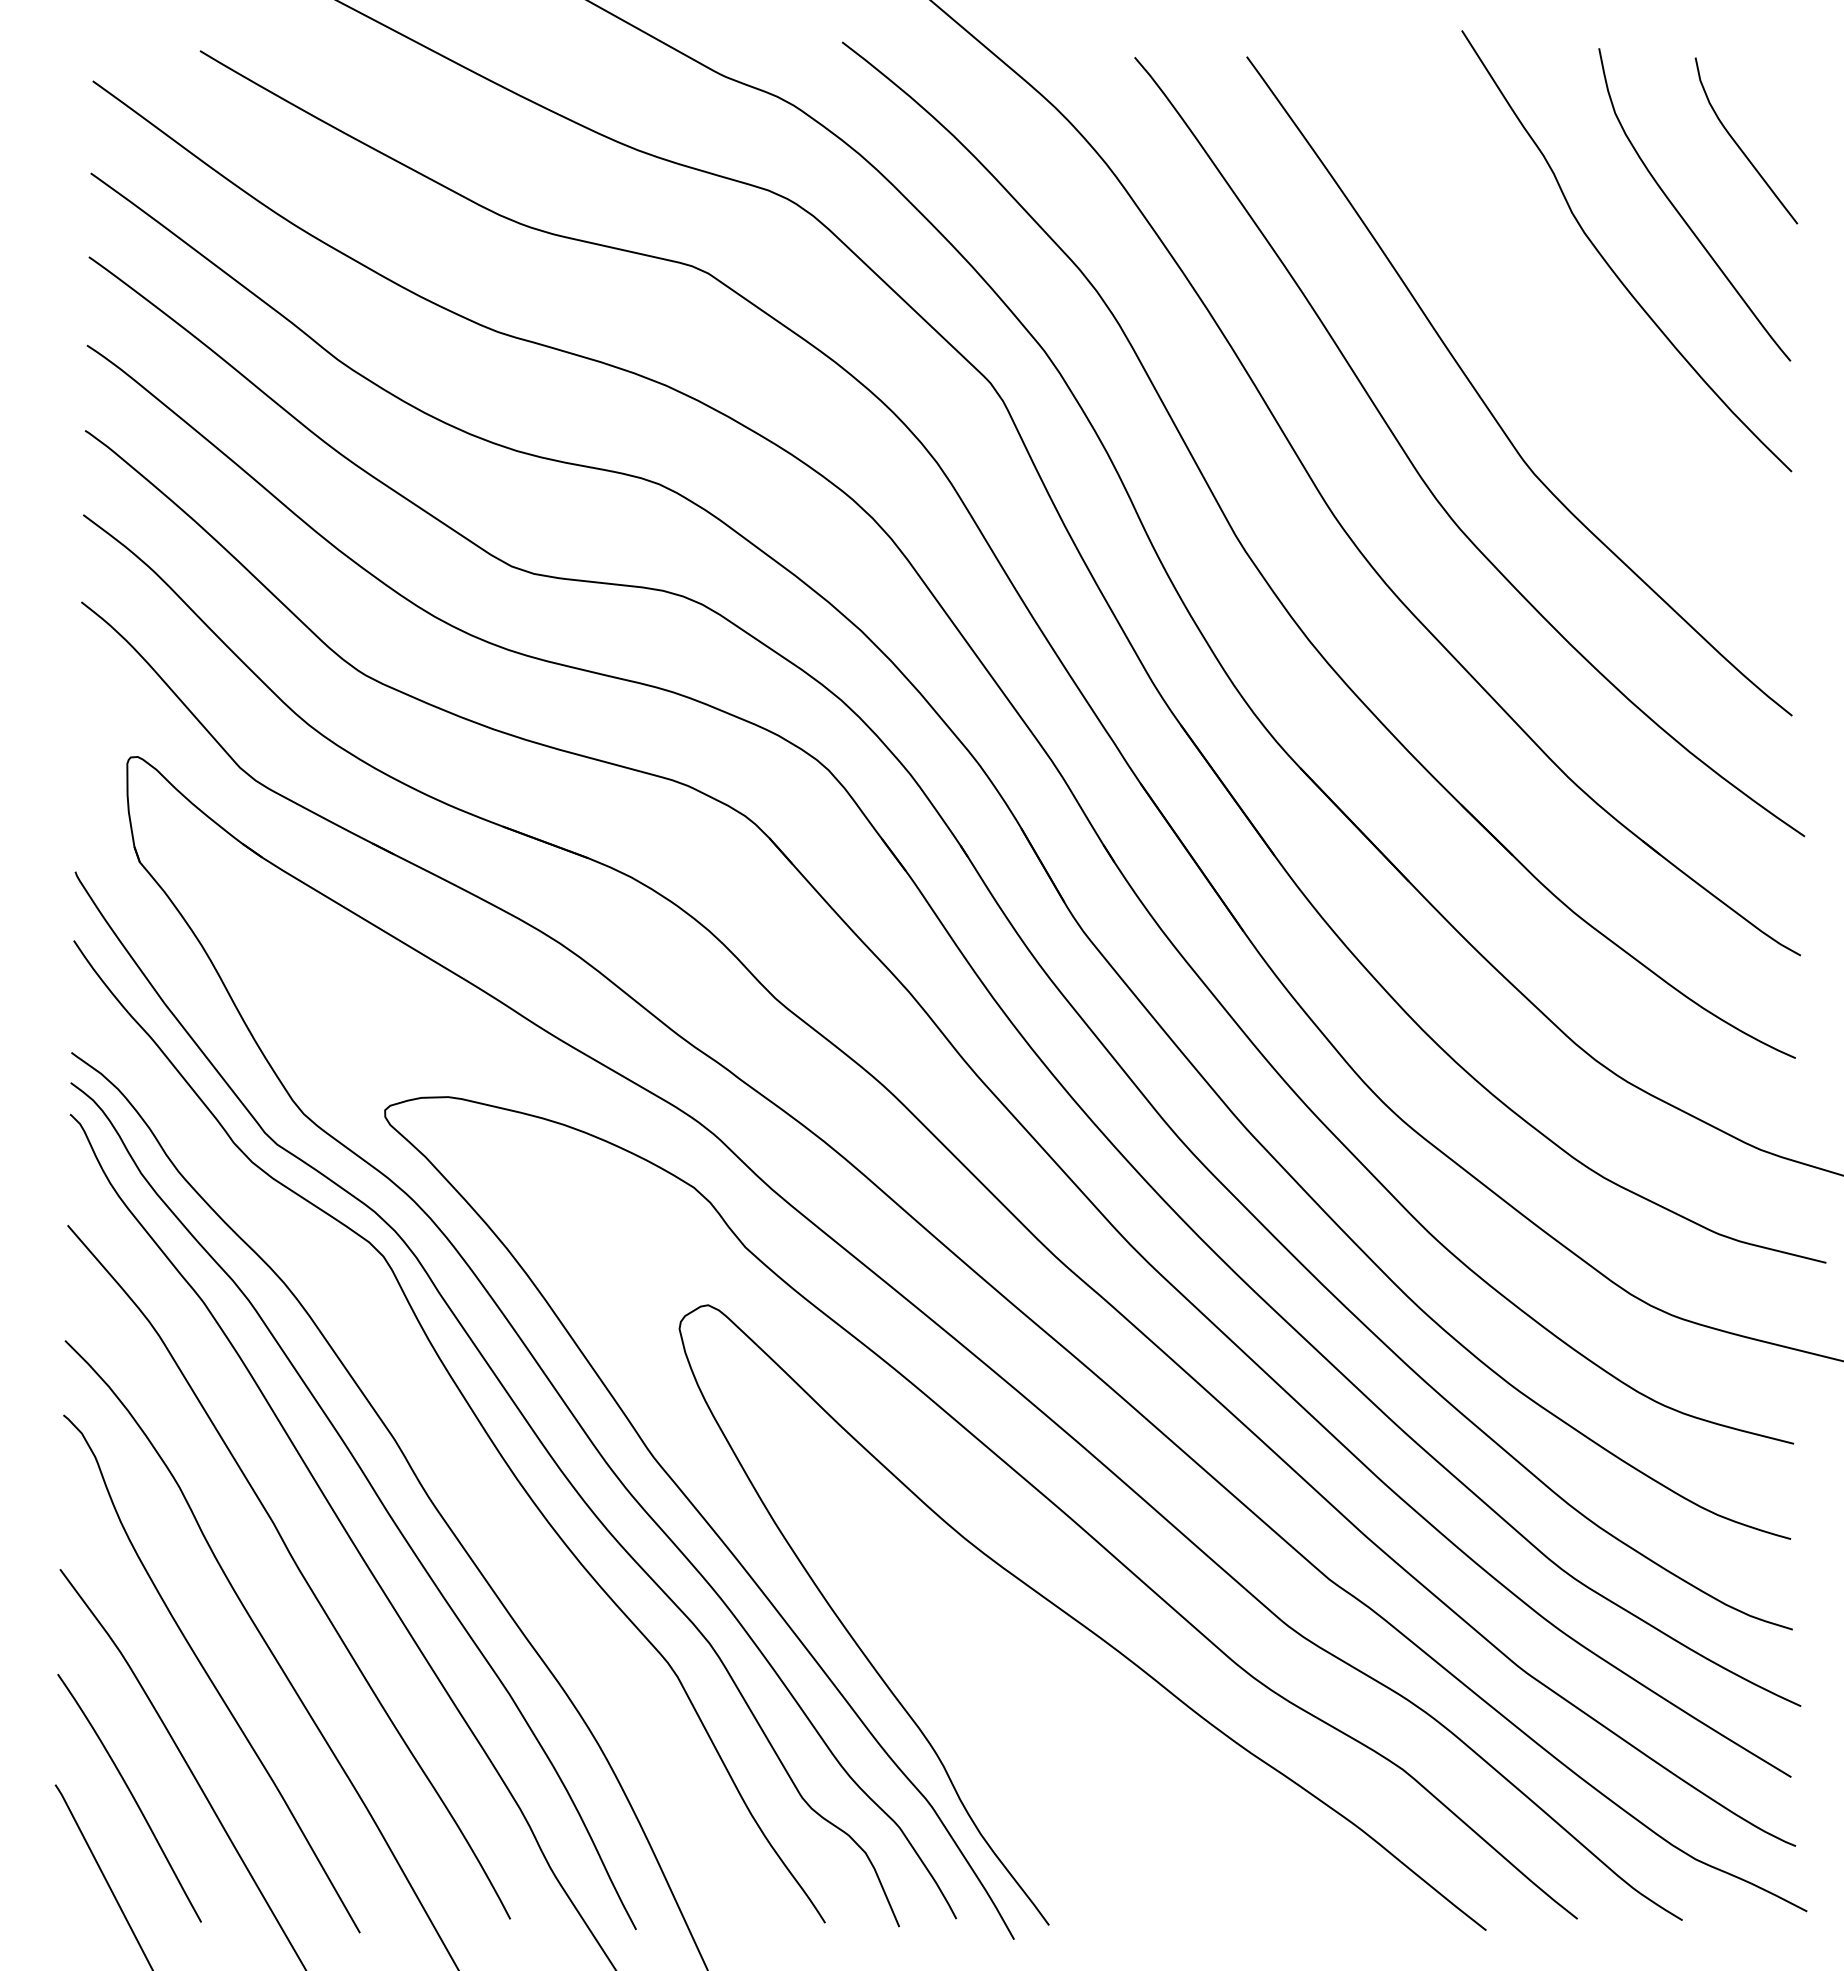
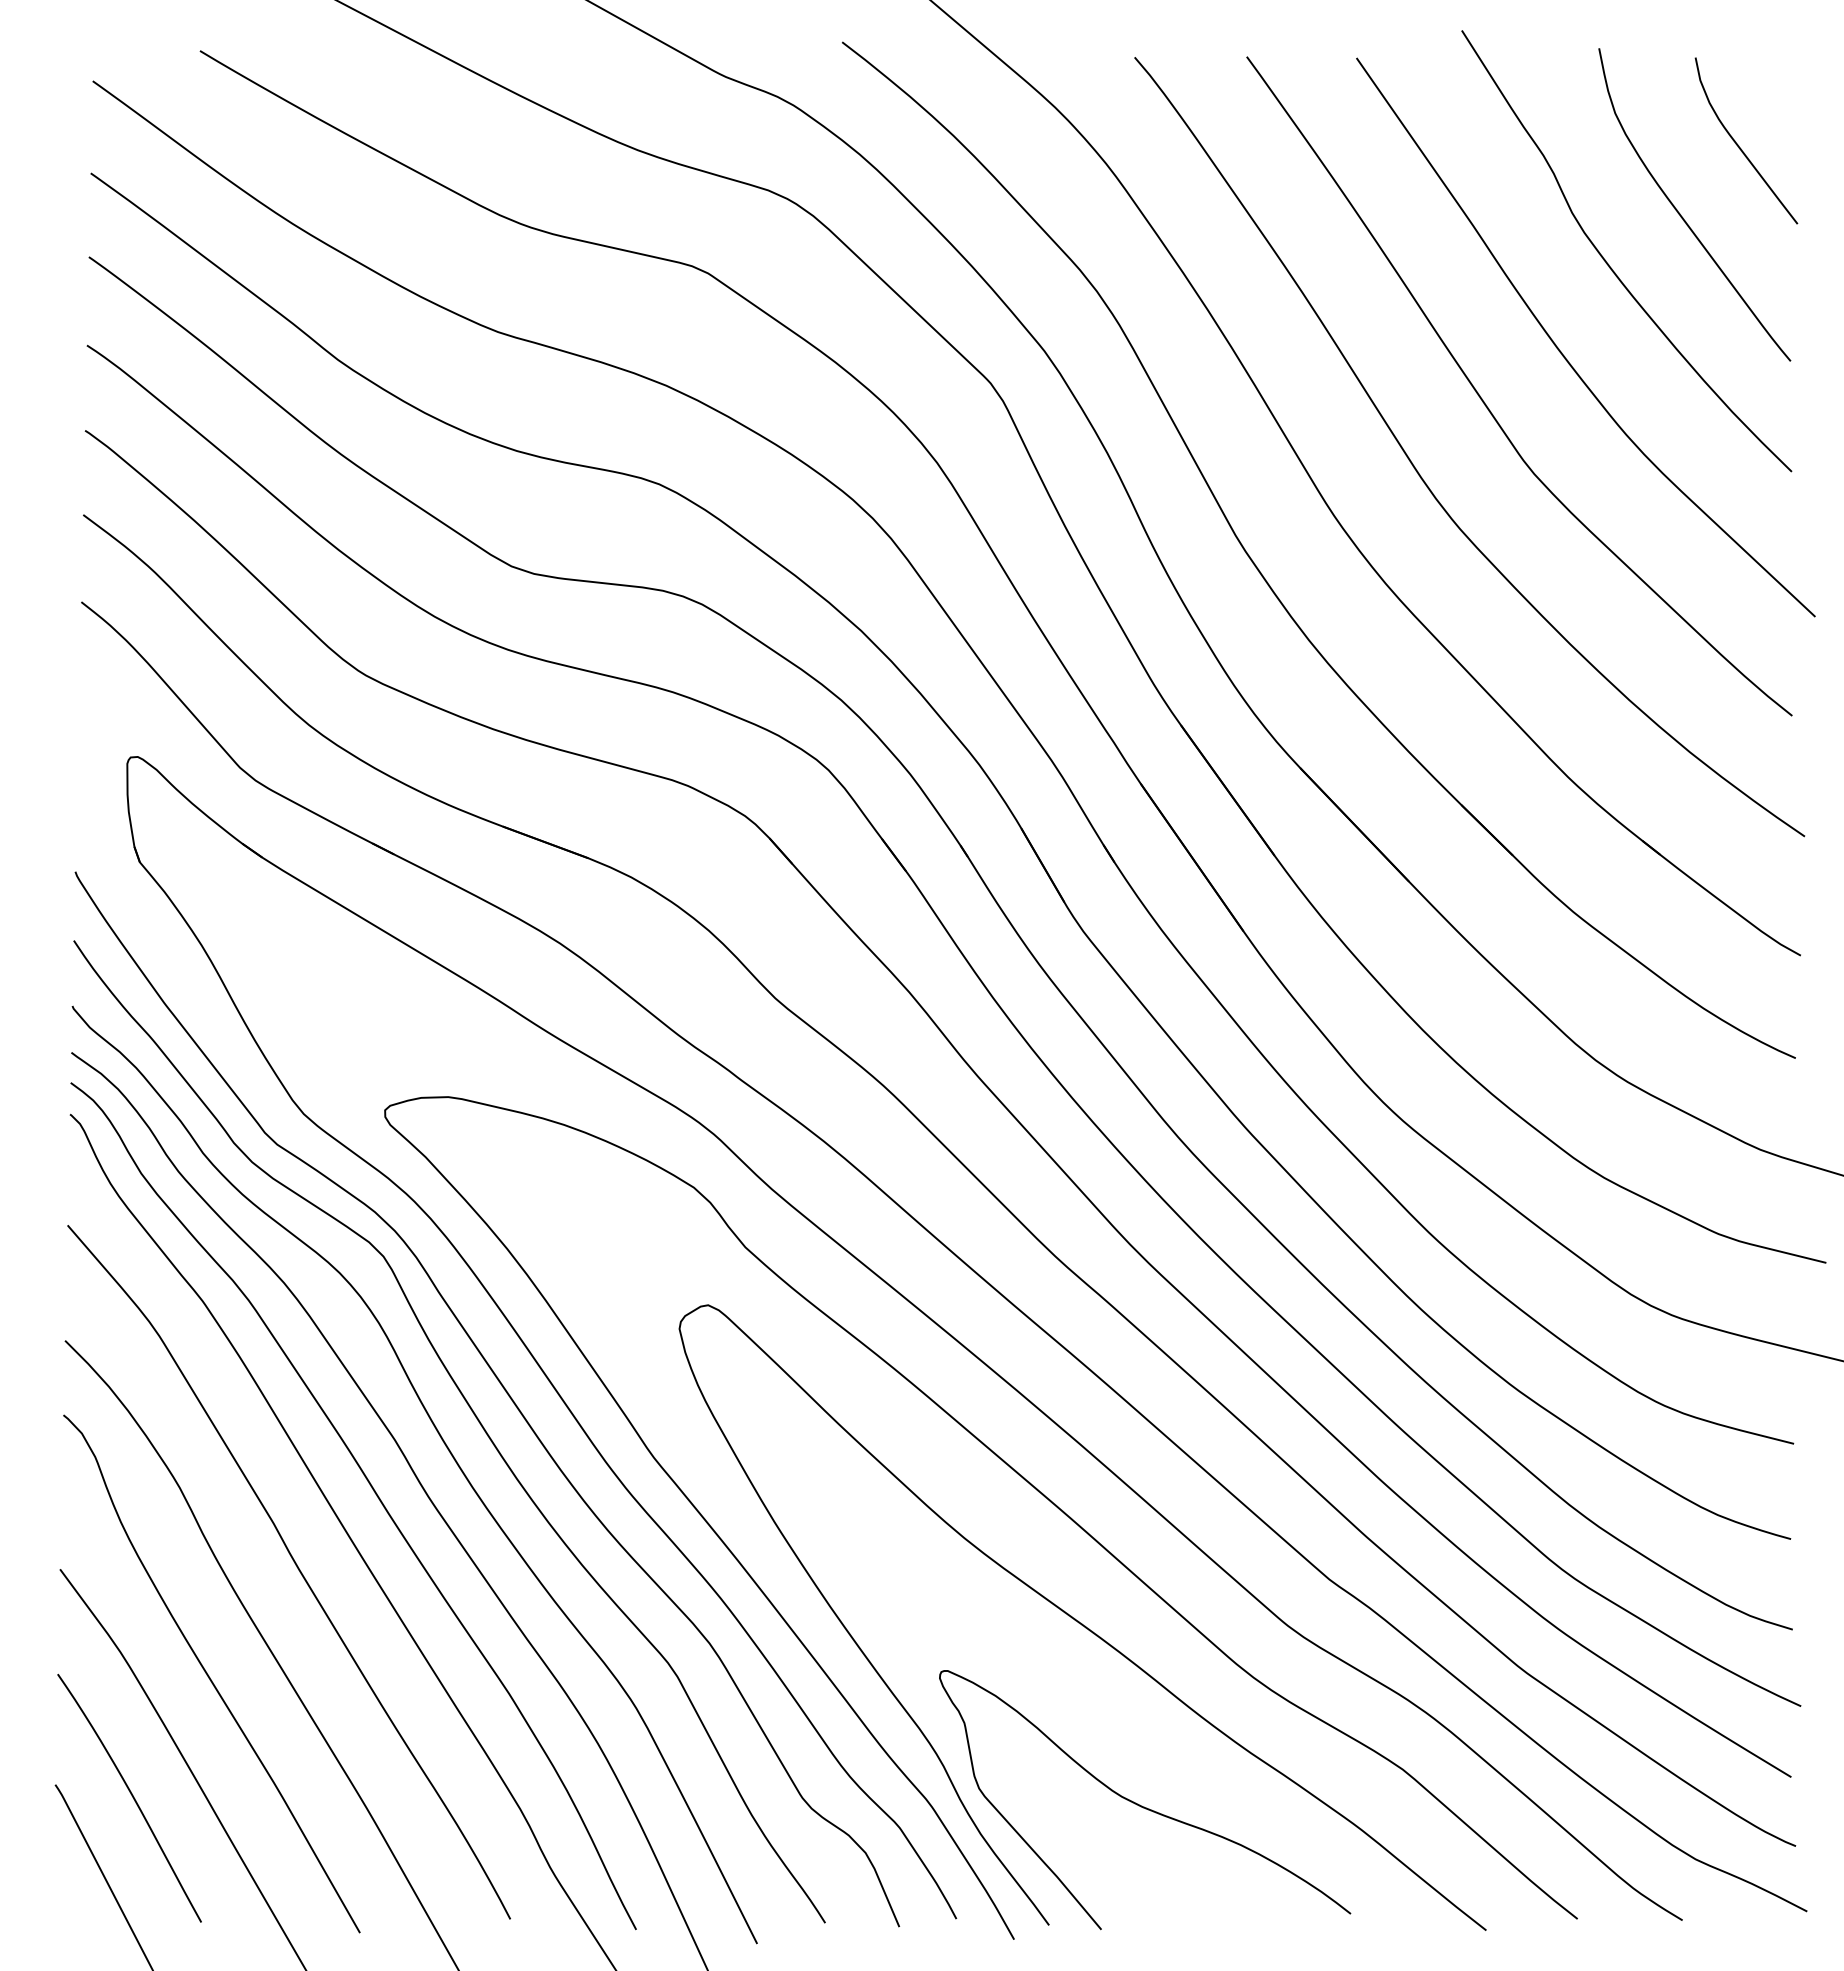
curve at (1562, 352): none -> present
curve at (448, 1451): none -> present
curve at (1144, 1806): none -> present
